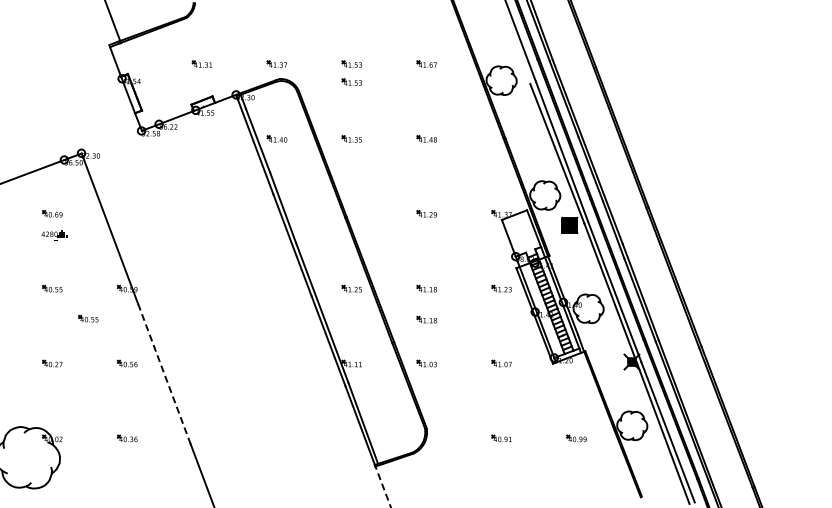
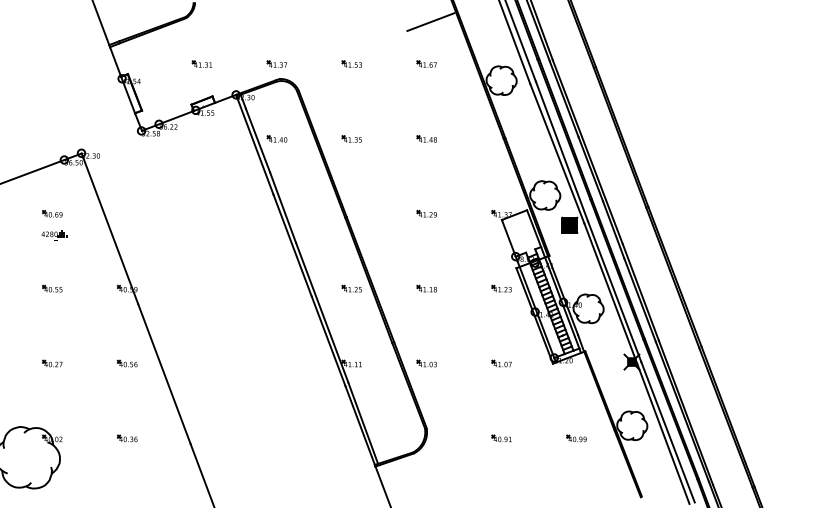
line at (113, 22) position: (113, 22) -> (101, 24)
line at (430, 22): none -> present
line at (514, 42): none -> present
part at (351, 81): present -> none
part at (88, 318): present -> none
part at (426, 319): present -> none
line at (164, 374): dashed -> solid
line at (383, 486): dashed -> solid
